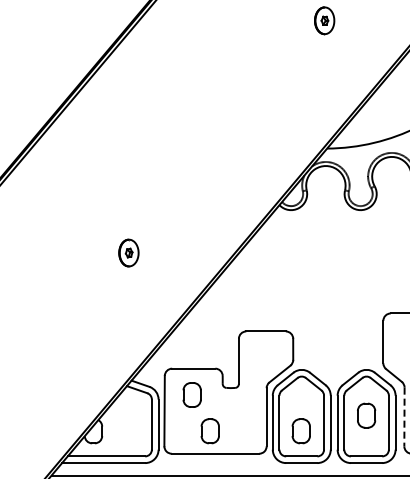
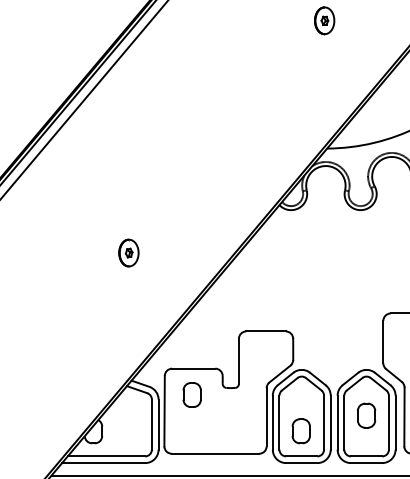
line at (84, 99): none -> present
line at (404, 417): dashed -> solid
part at (209, 431): present -> none
